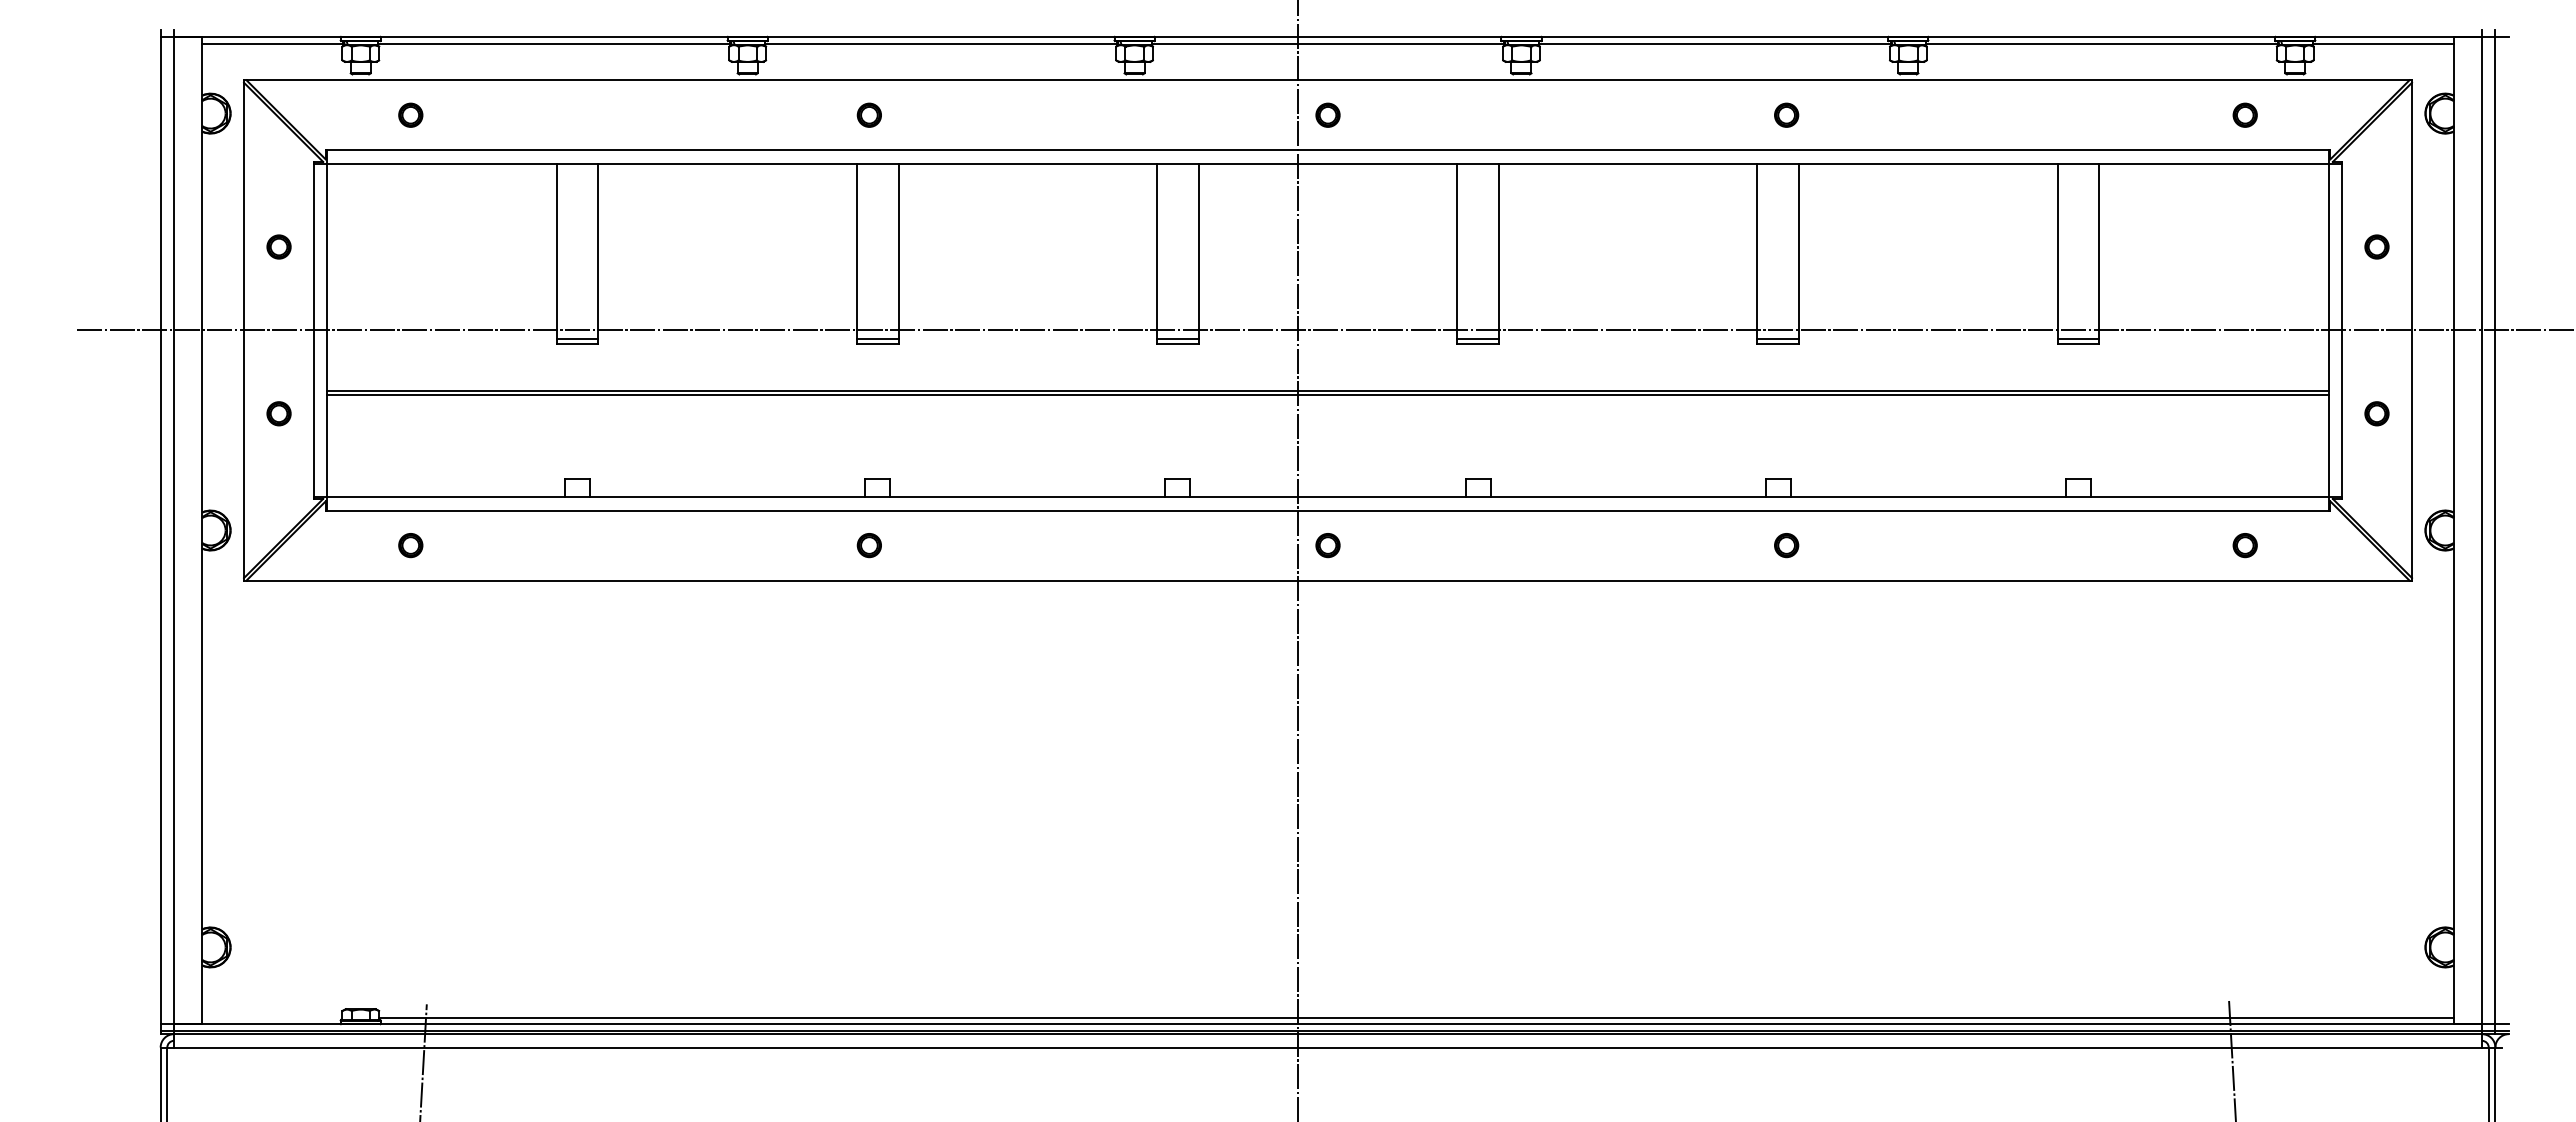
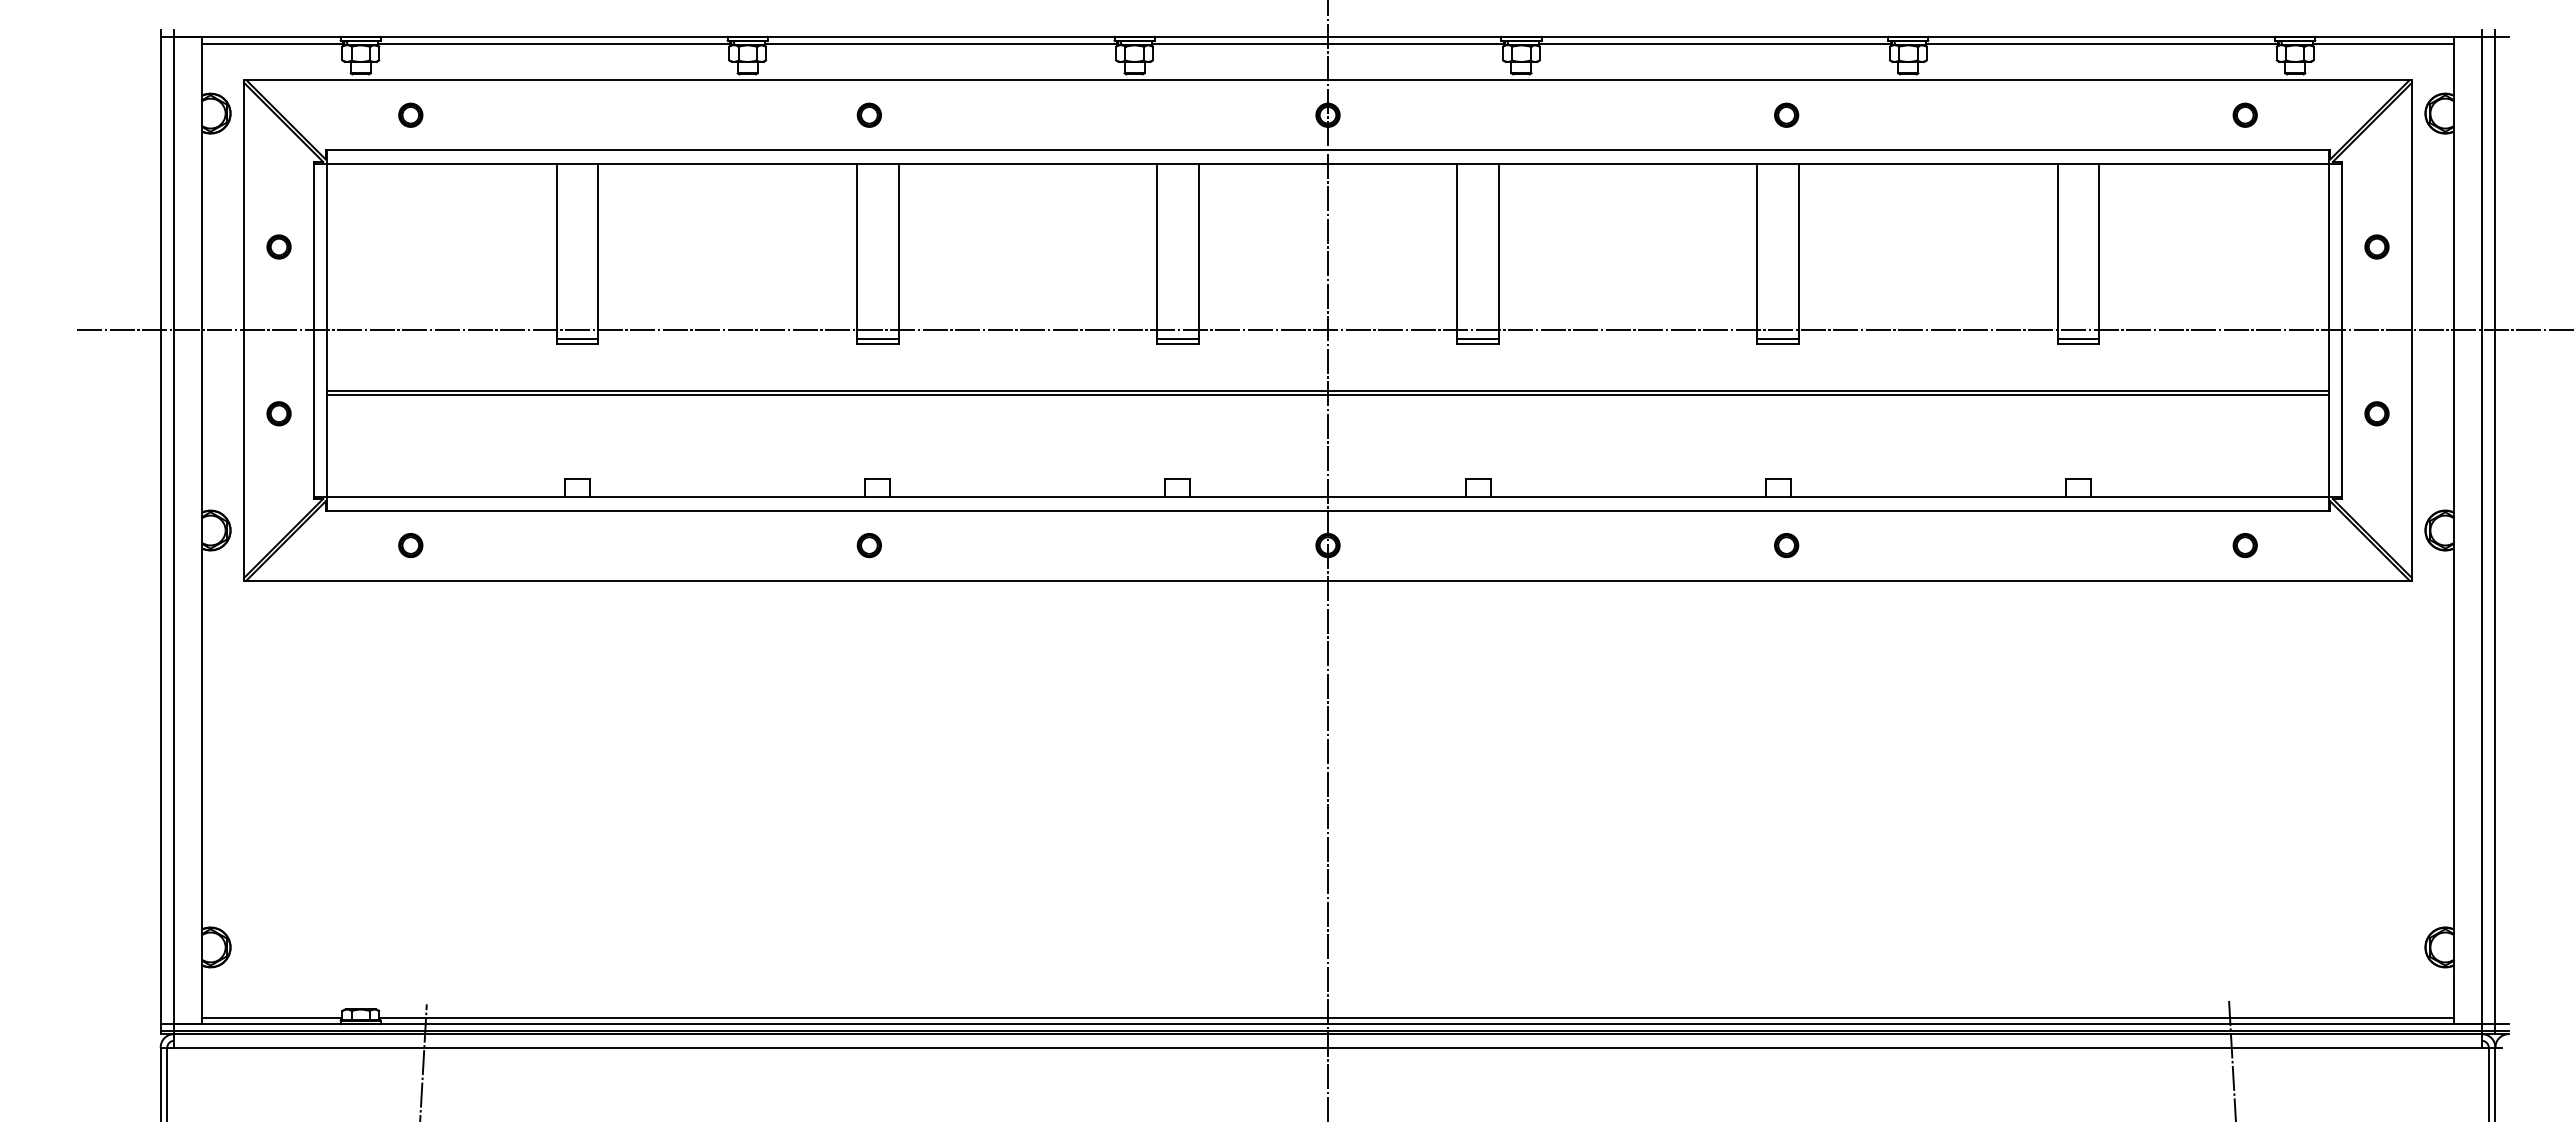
line at (1298, 560) position: (1298, 560) -> (1328, 560)
line at (272, 1017): none -> present
